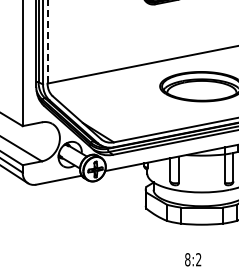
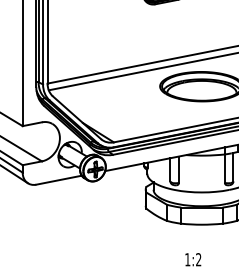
line at (47, 42): dashed -> solid
line at (141, 71): none -> present
text at (187, 259): 8:2 -> 1:2
